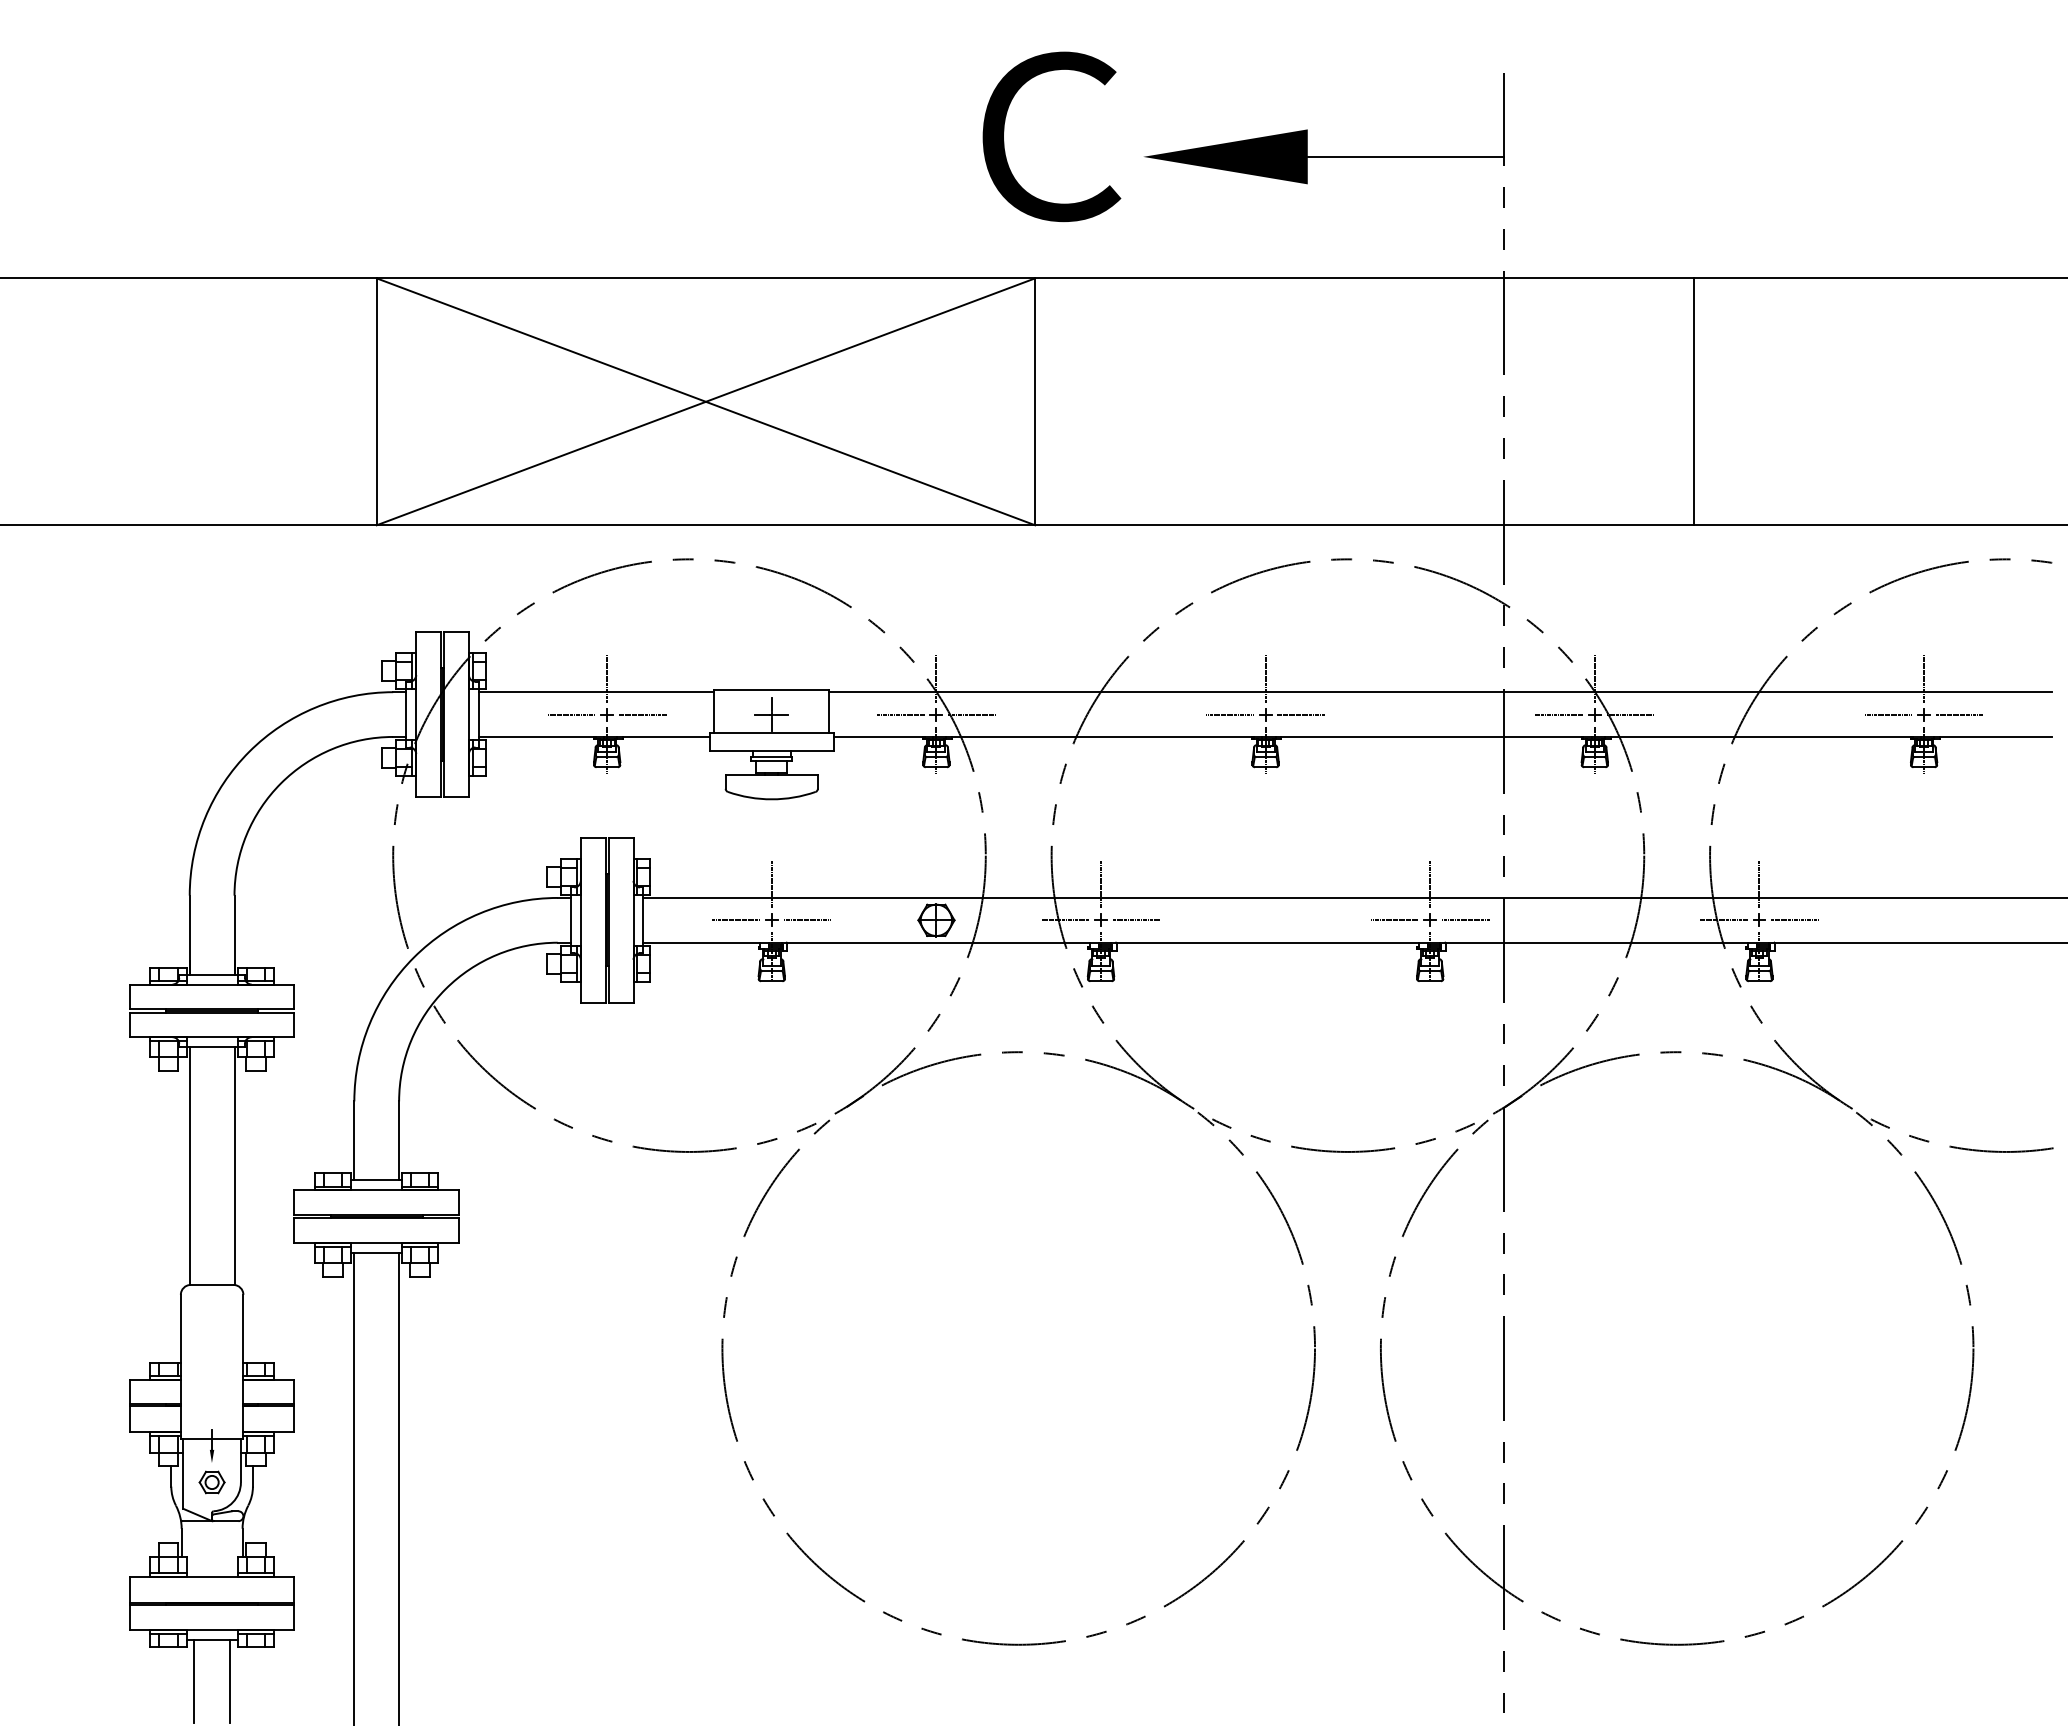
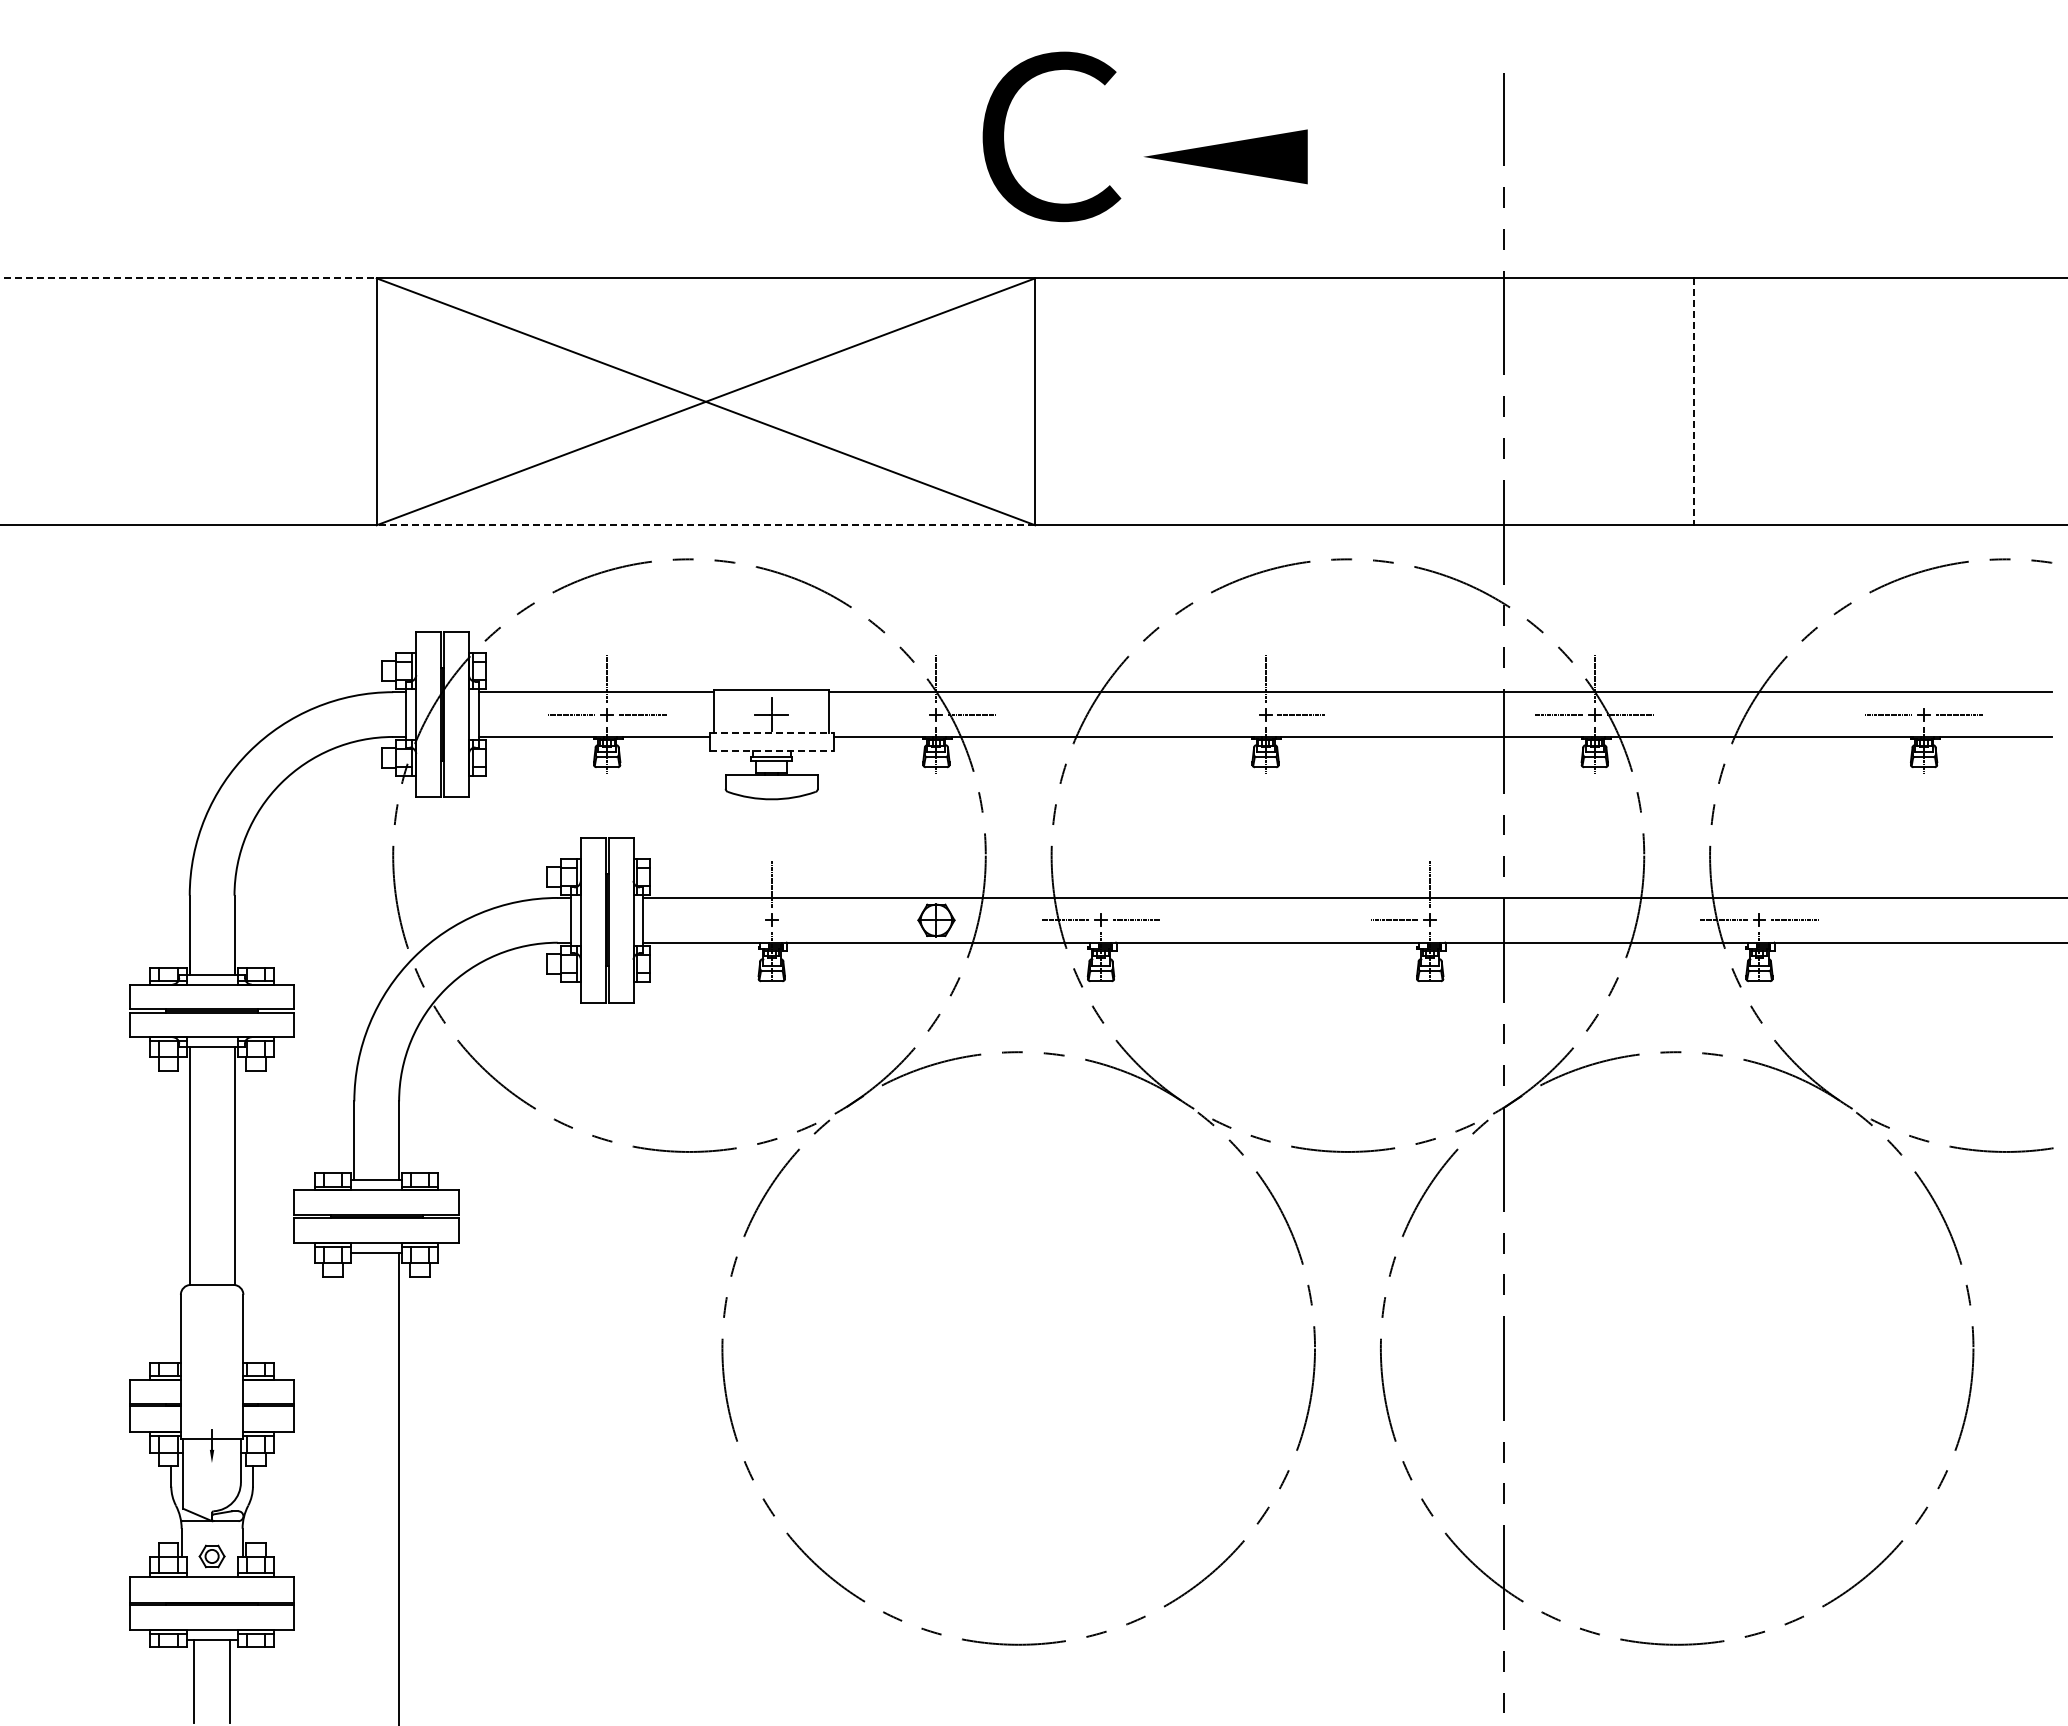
line at (1405, 156): present -> none
line at (188, 278): solid -> dashed
line at (1693, 402): solid -> dashed
line at (705, 525): solid -> dashed
line at (1924, 678): present -> none
line at (900, 714): present -> none
line at (1229, 714): present -> none
line at (771, 732): solid -> dashed
line at (771, 750): solid -> dashed
line at (1101, 884): present -> none
line at (1759, 884): present -> none
line at (735, 920): present -> none
line at (807, 920): present -> none
line at (1465, 920): present -> none
part at (211, 1482) position: (211, 1482) -> (211, 1556)
line at (354, 1487): present -> none
